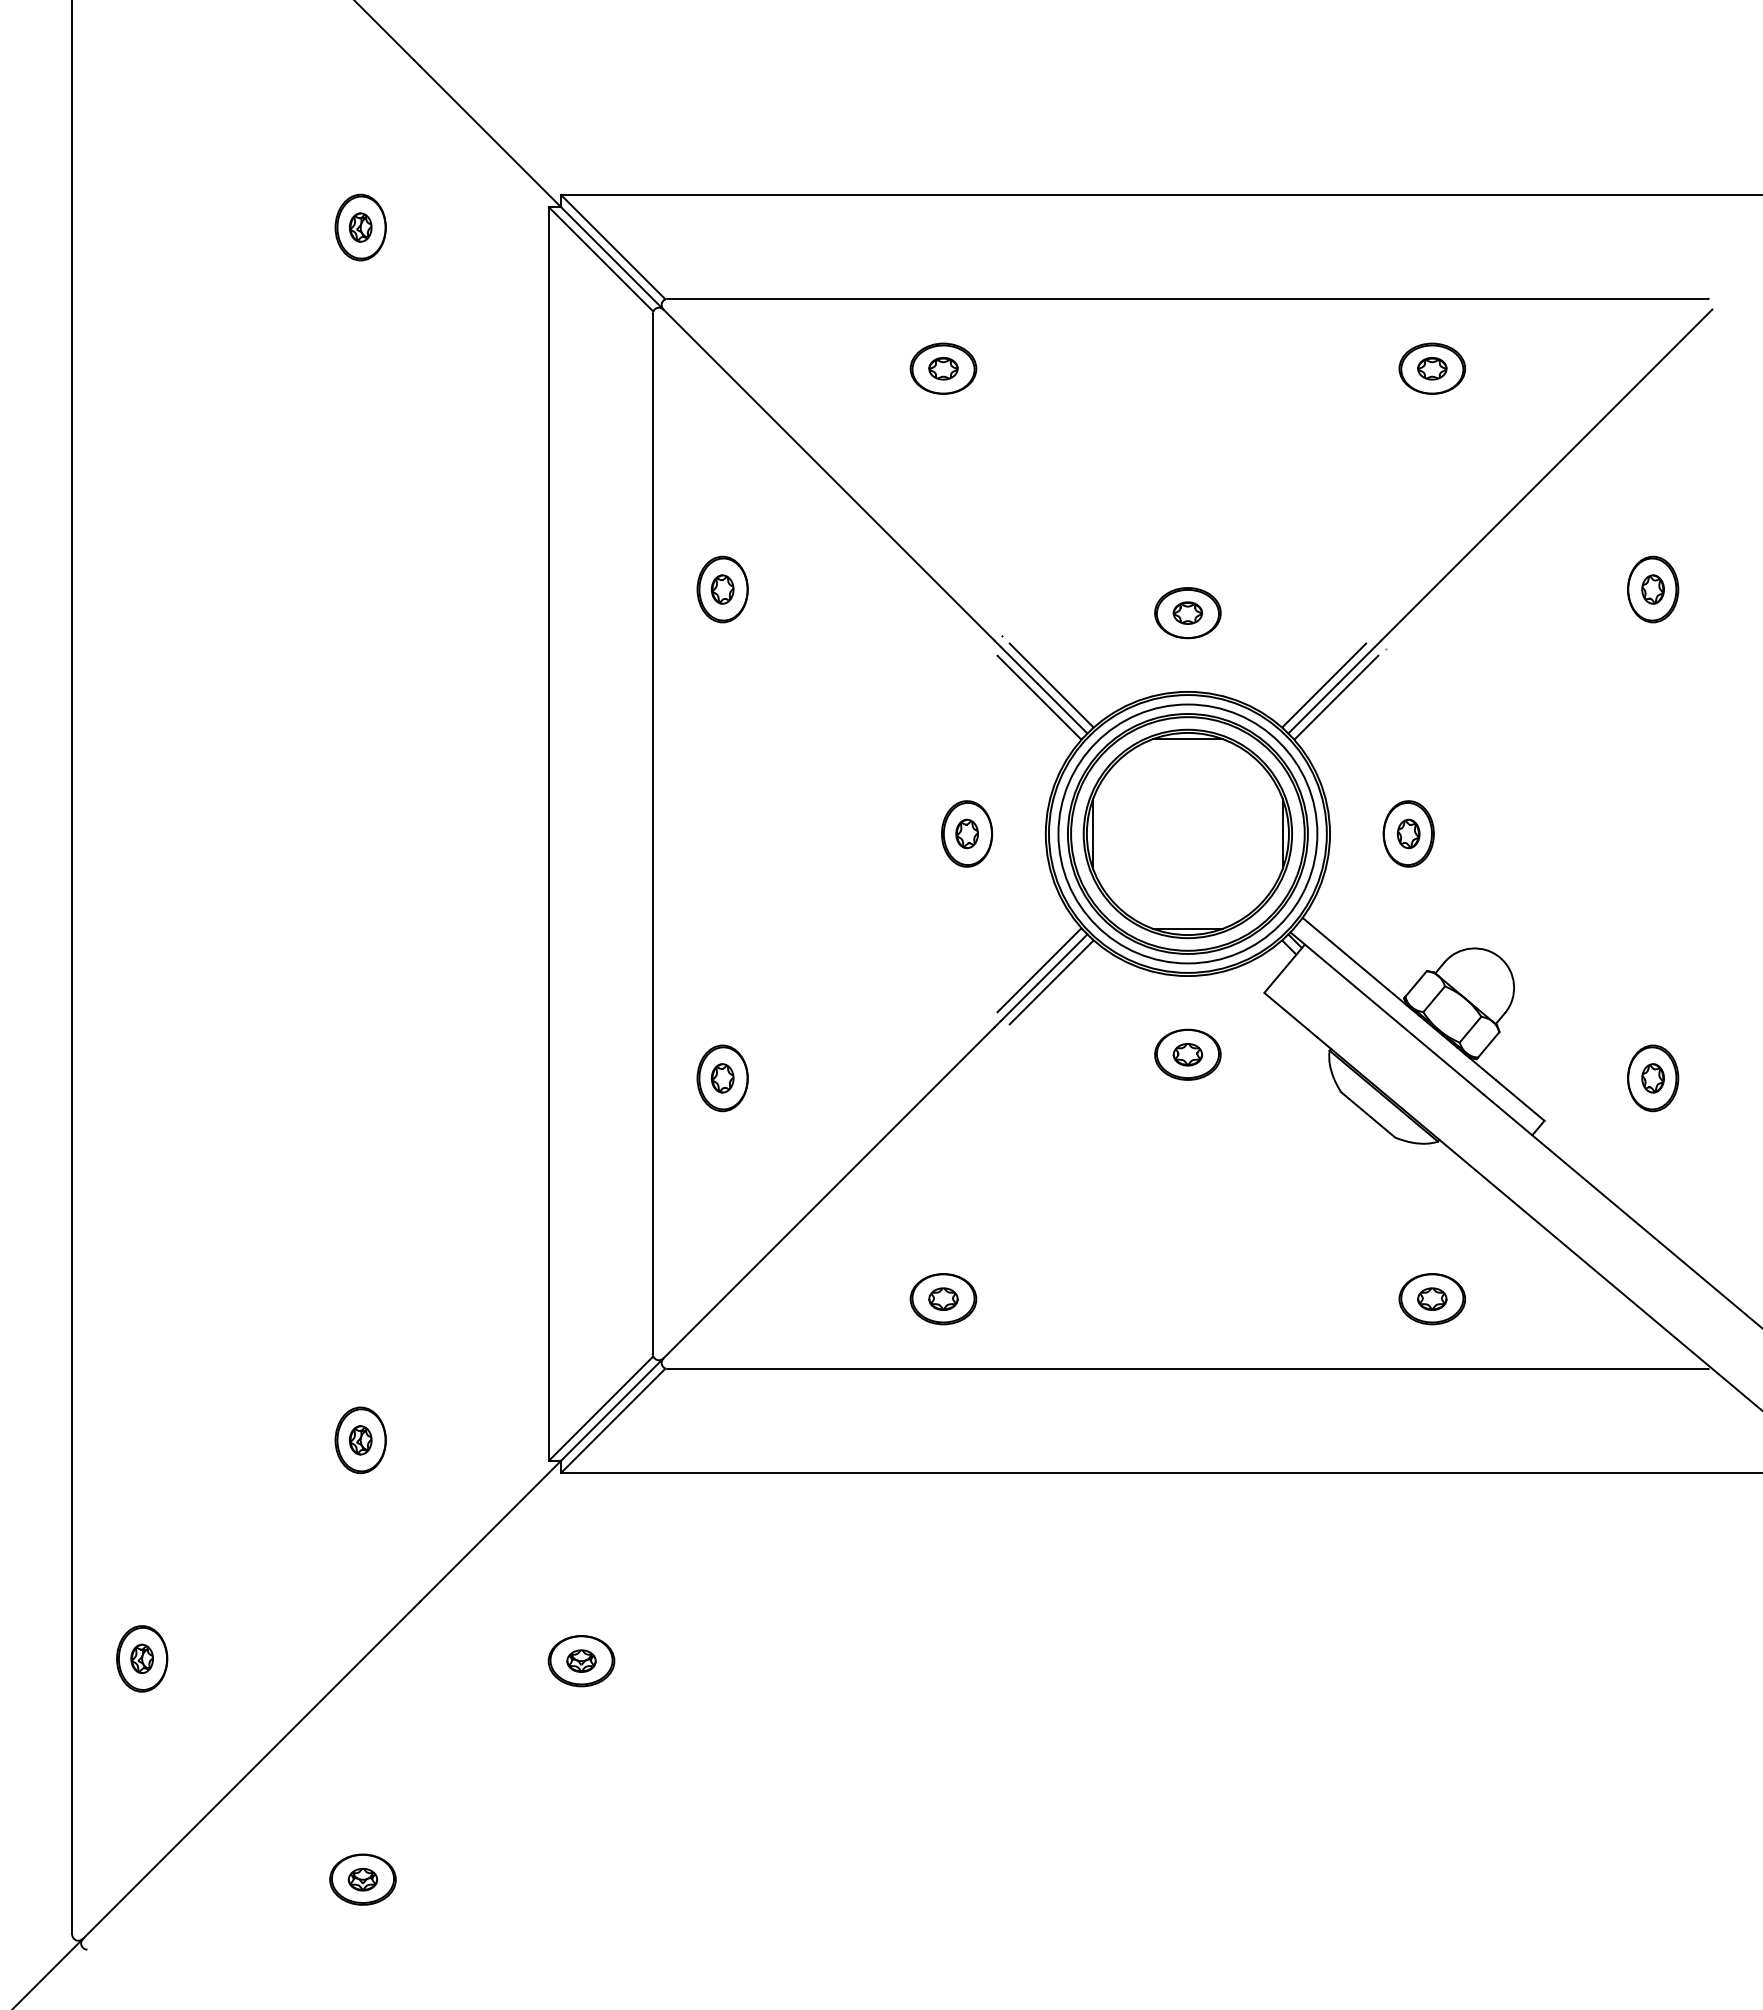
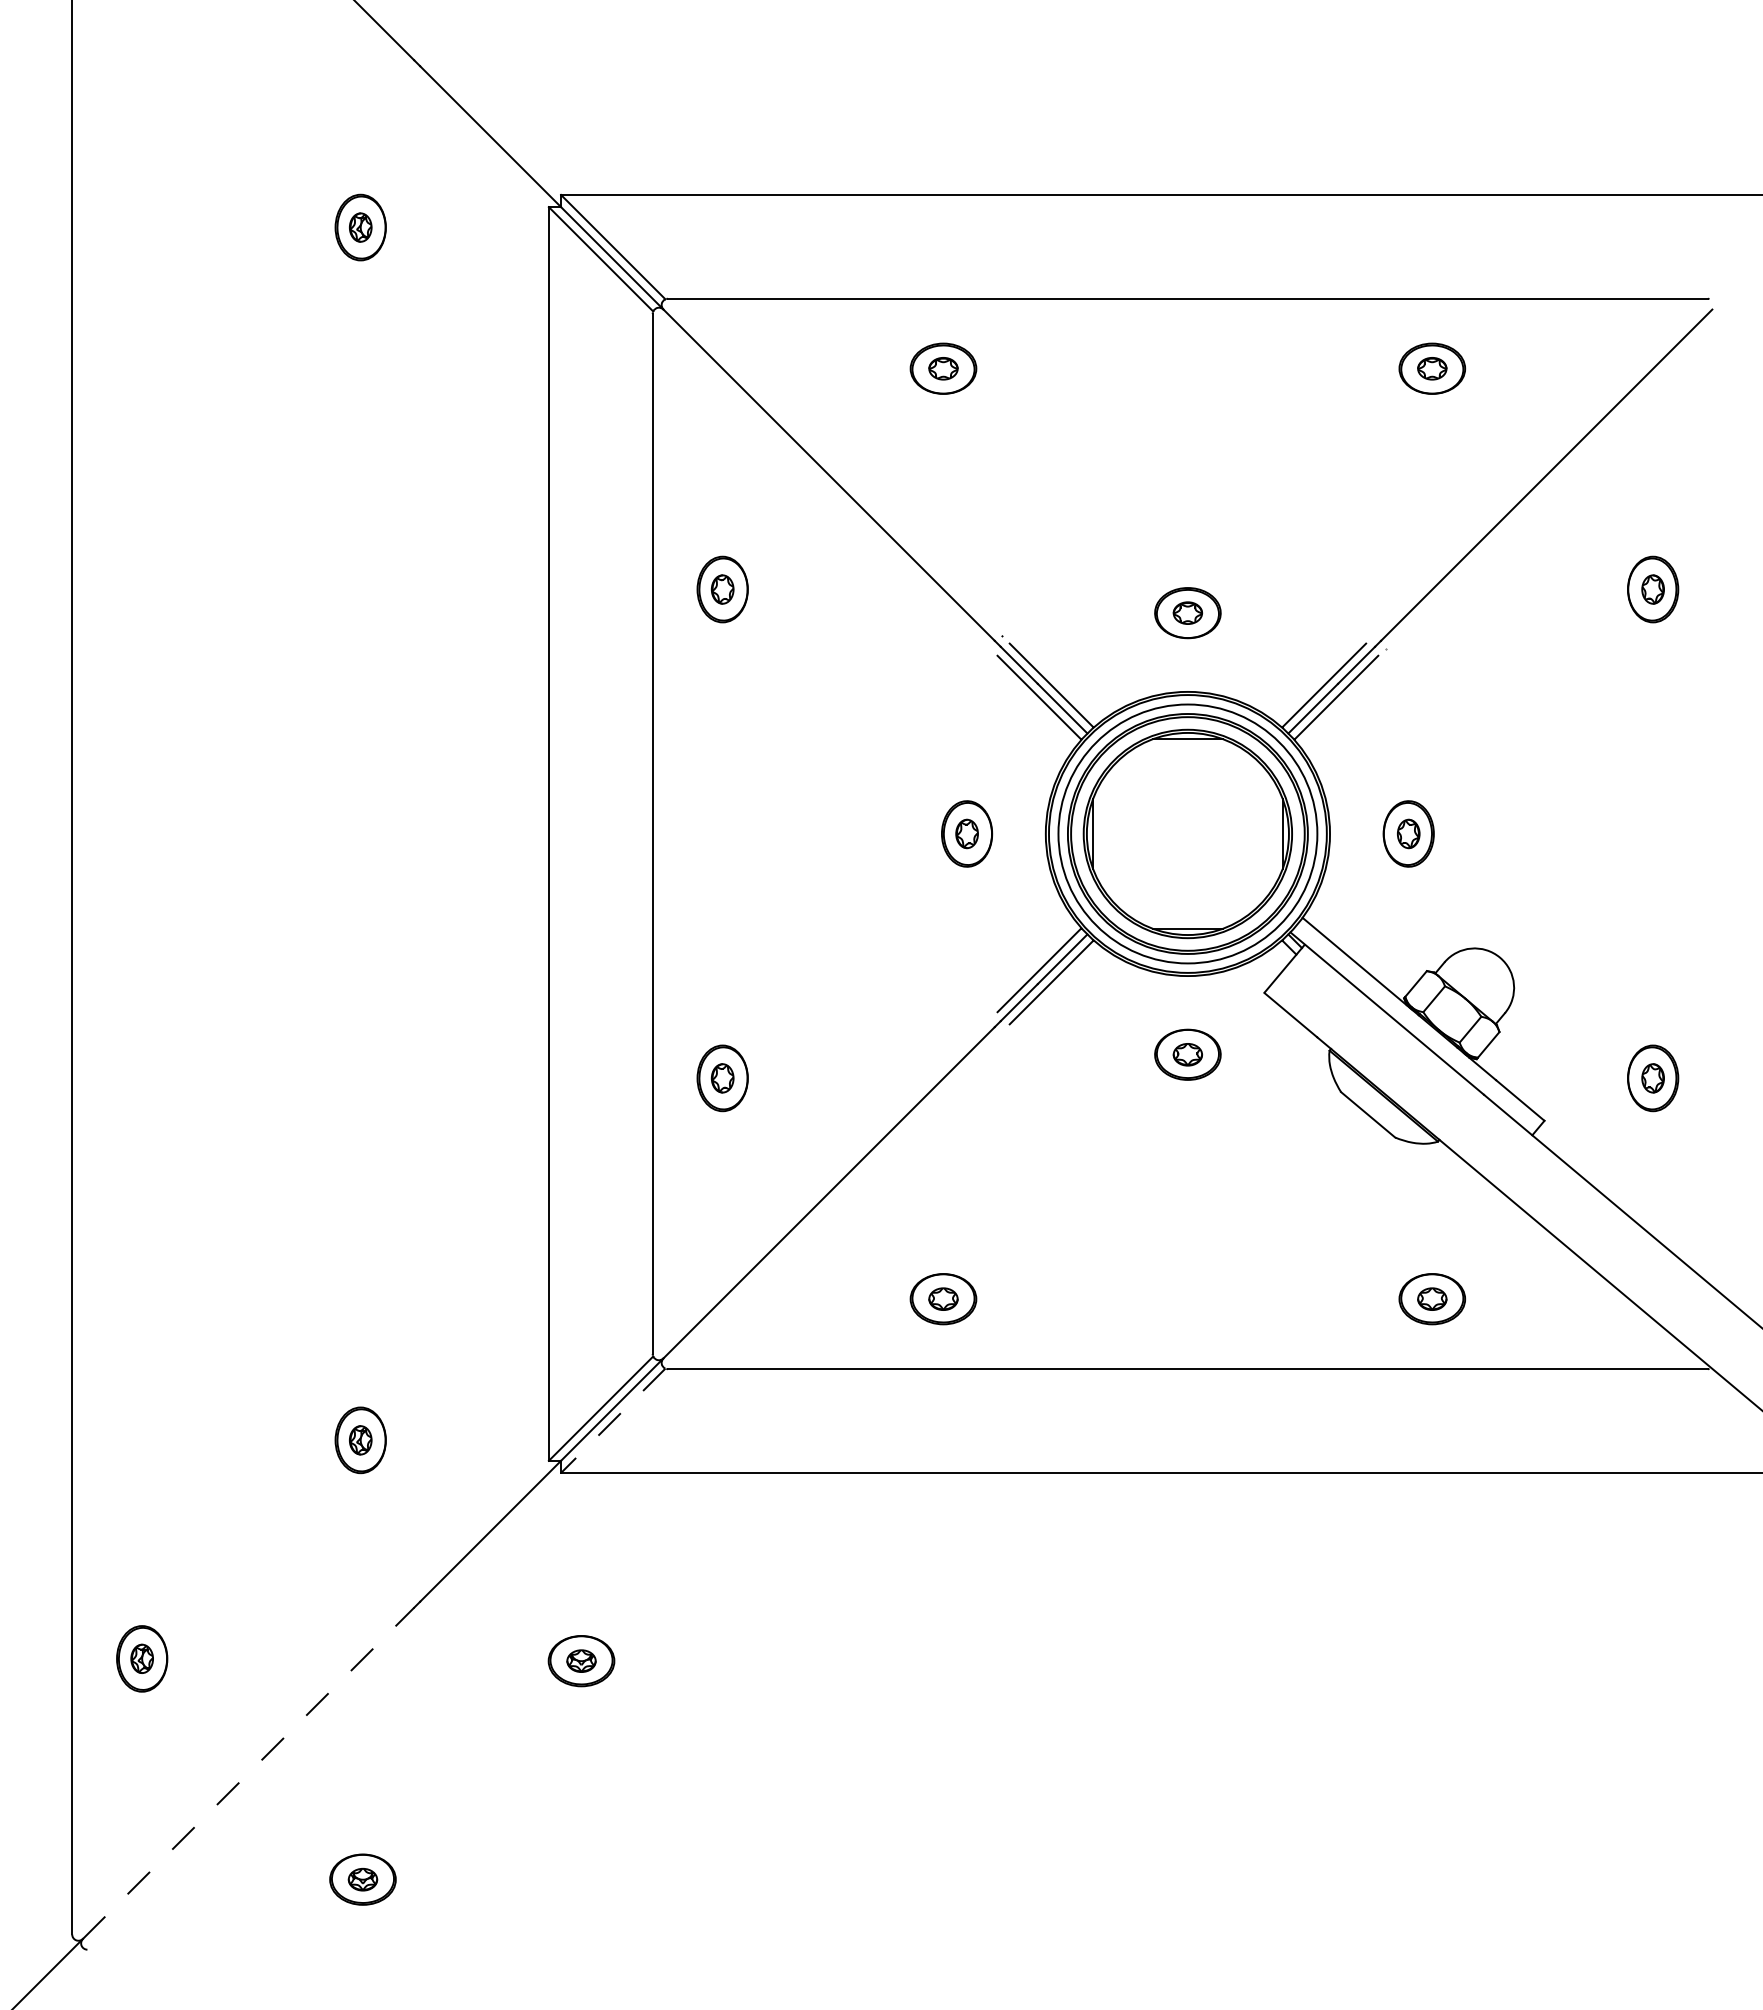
line at (613, 1420): solid -> dashed
line at (248, 1772): solid -> dashed
